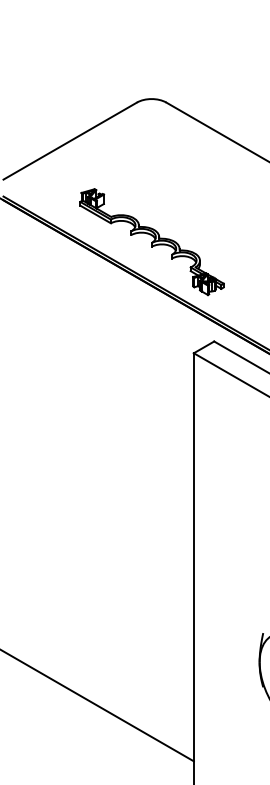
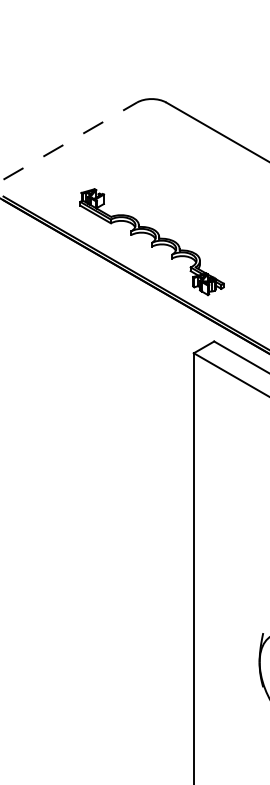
line at (70, 140): solid -> dashed
line at (97, 705): present -> none
